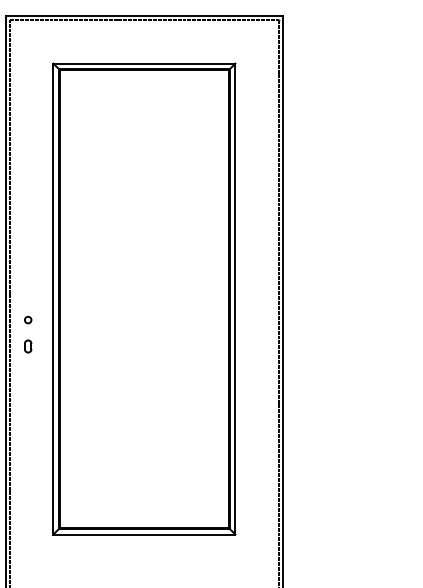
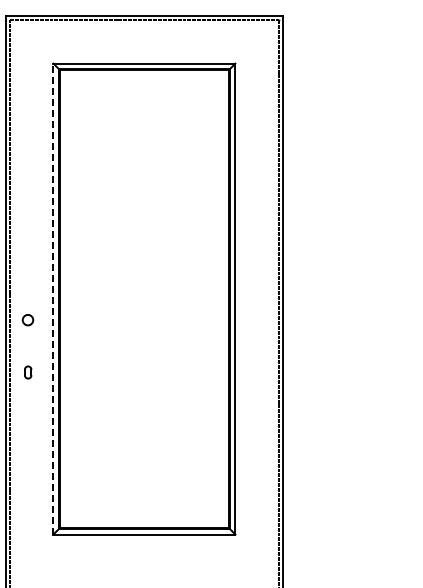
line at (53, 298): solid -> dashed
circle at (28, 319) size: 9x10 px -> 14x13 px
part at (28, 346) position: (28, 346) -> (28, 372)
